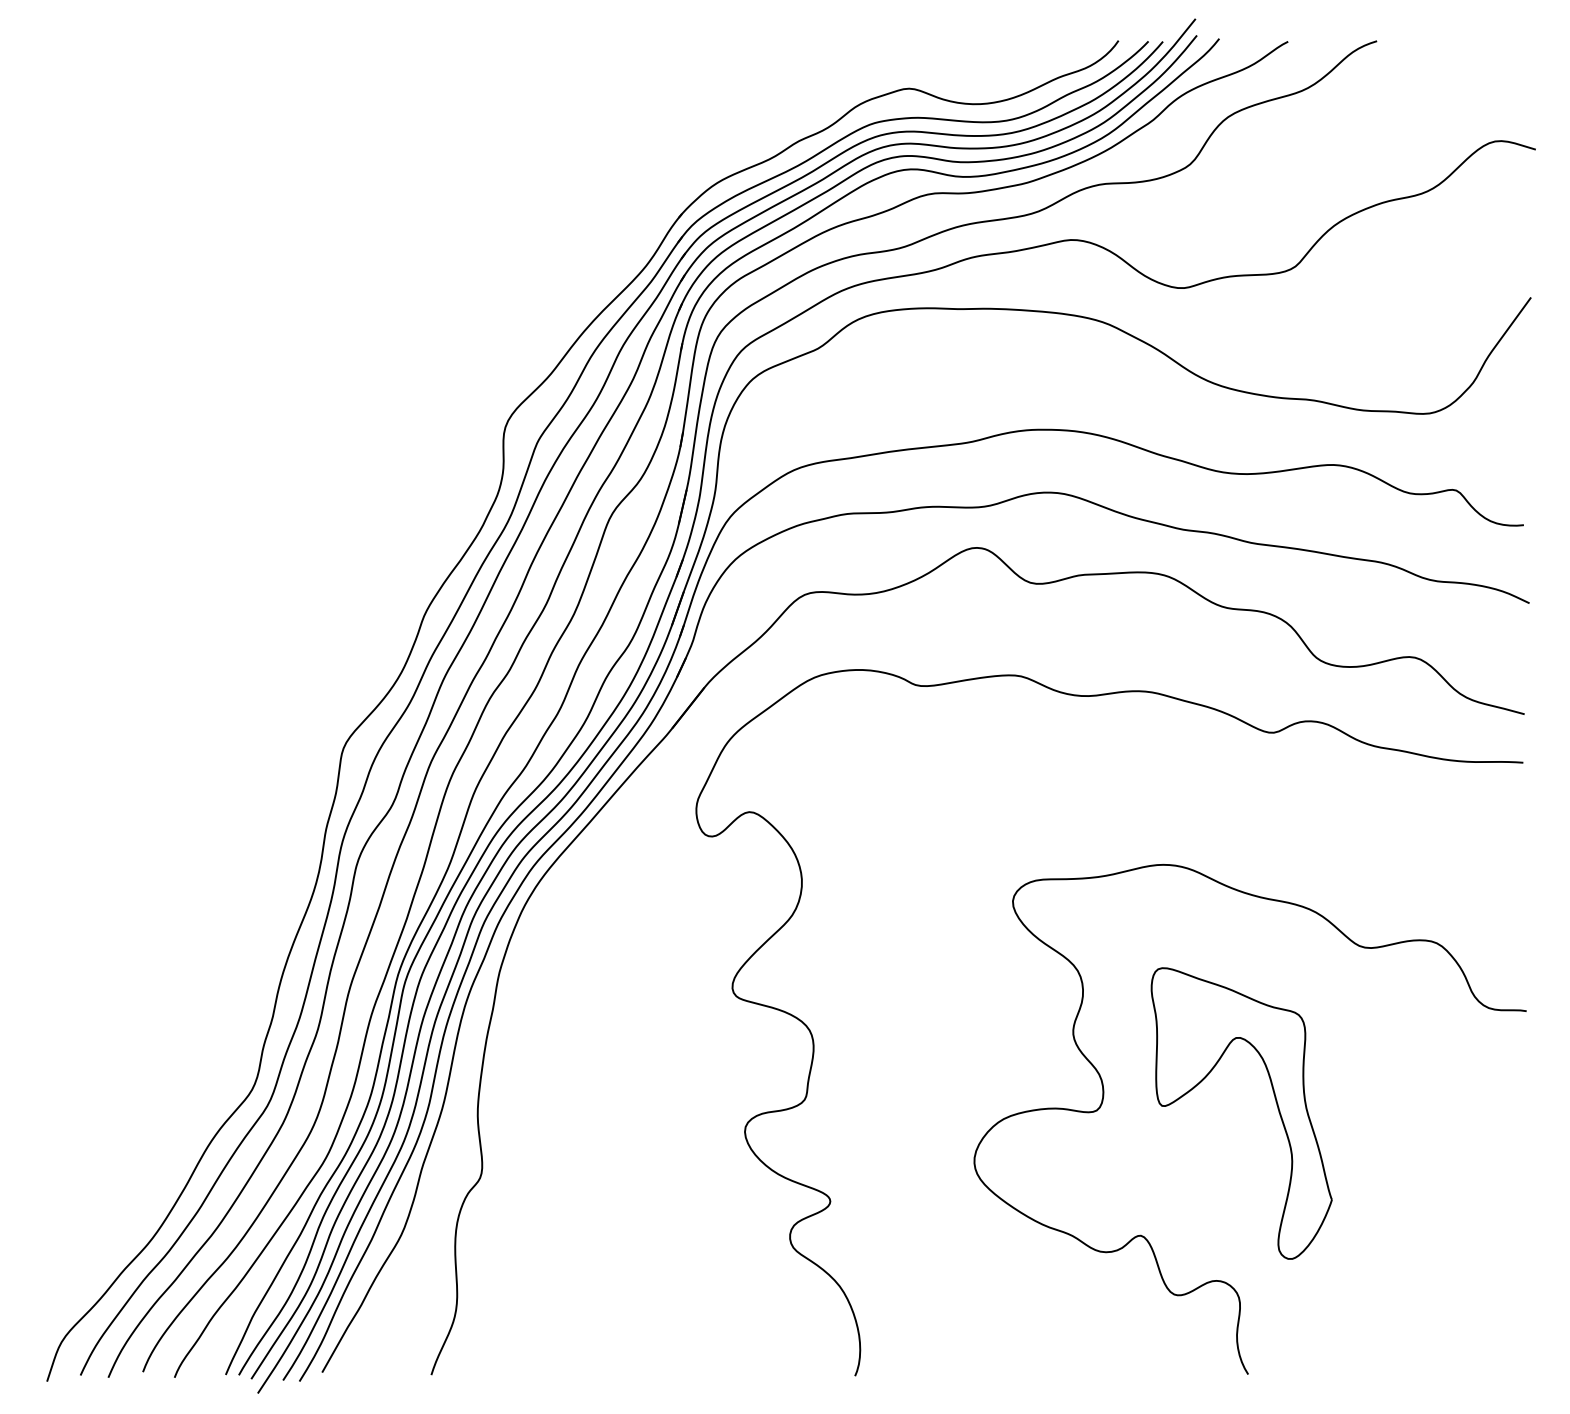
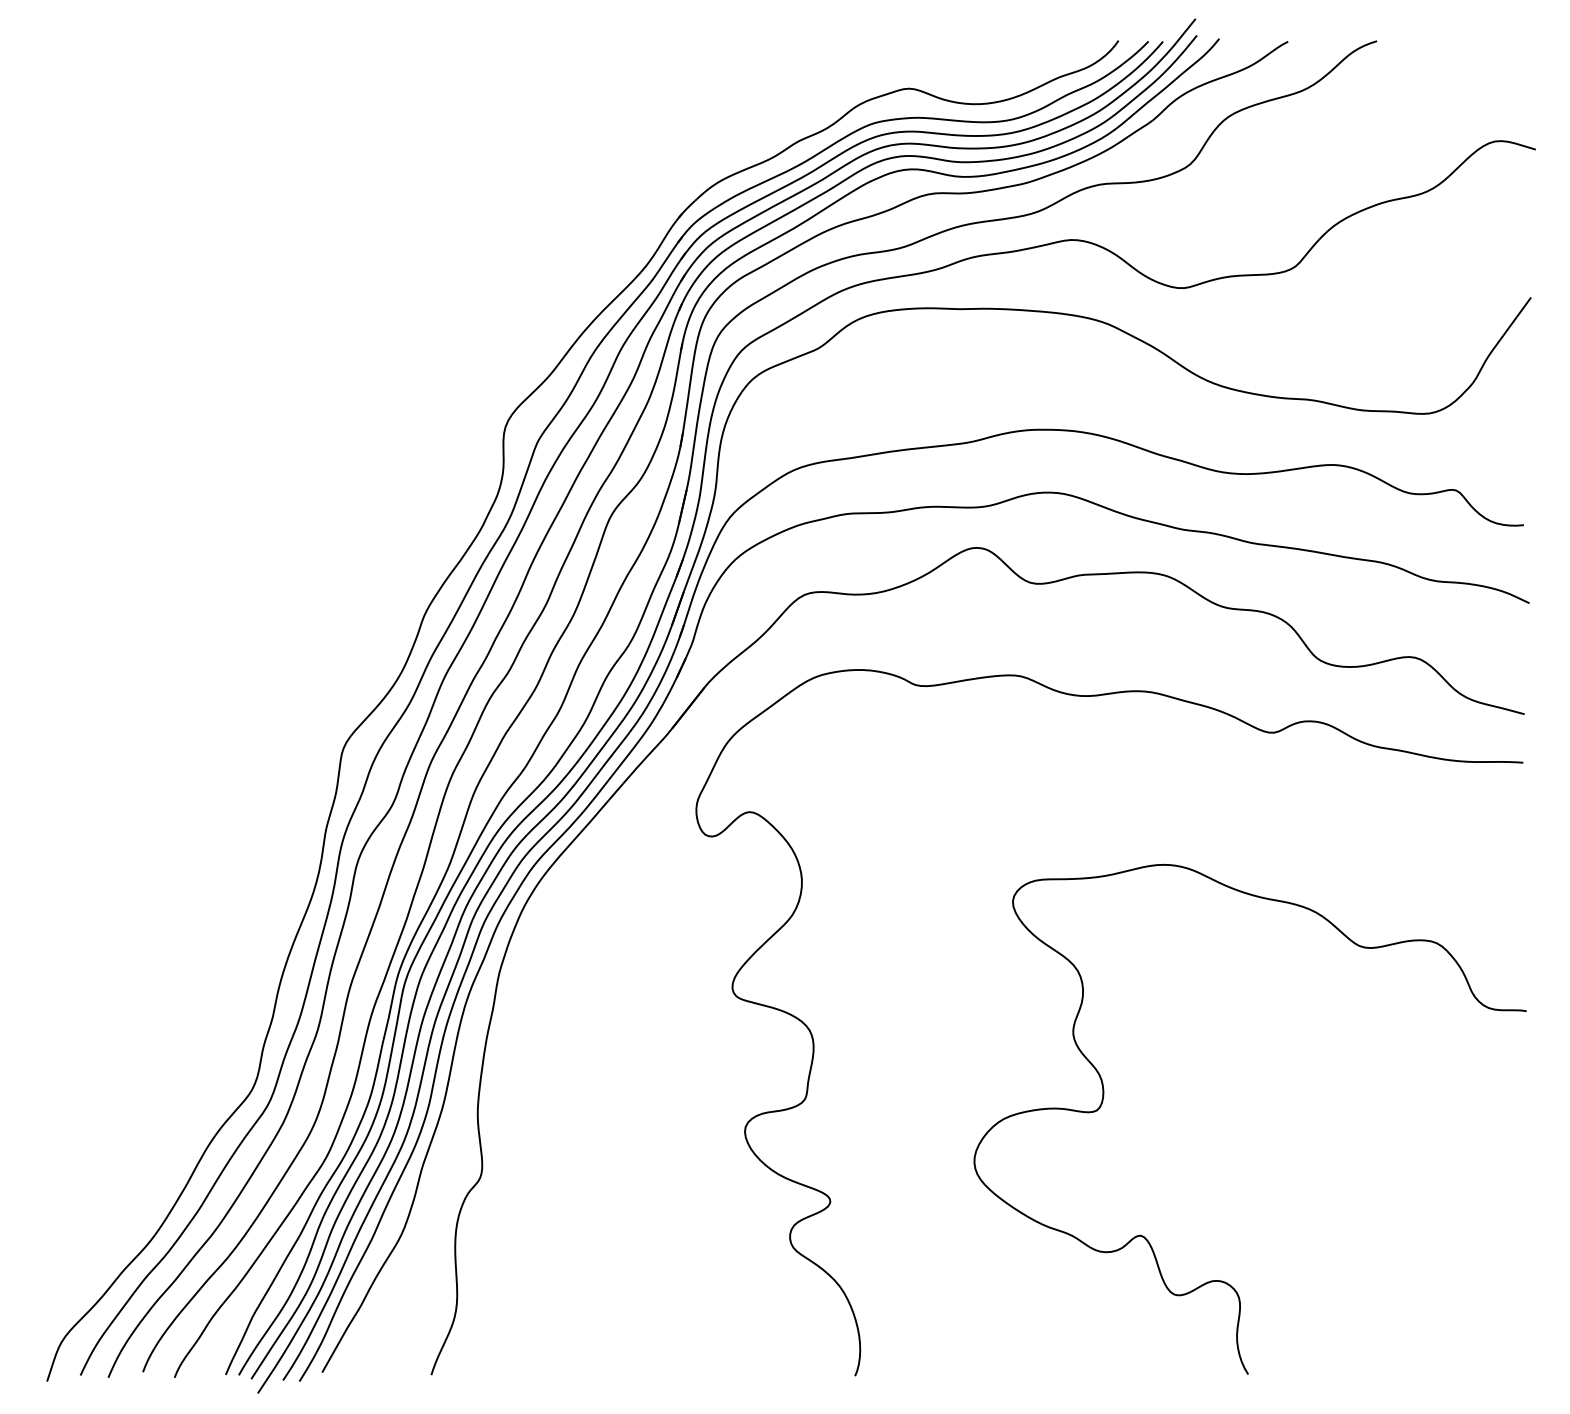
part at (1276, 1105): present -> none
